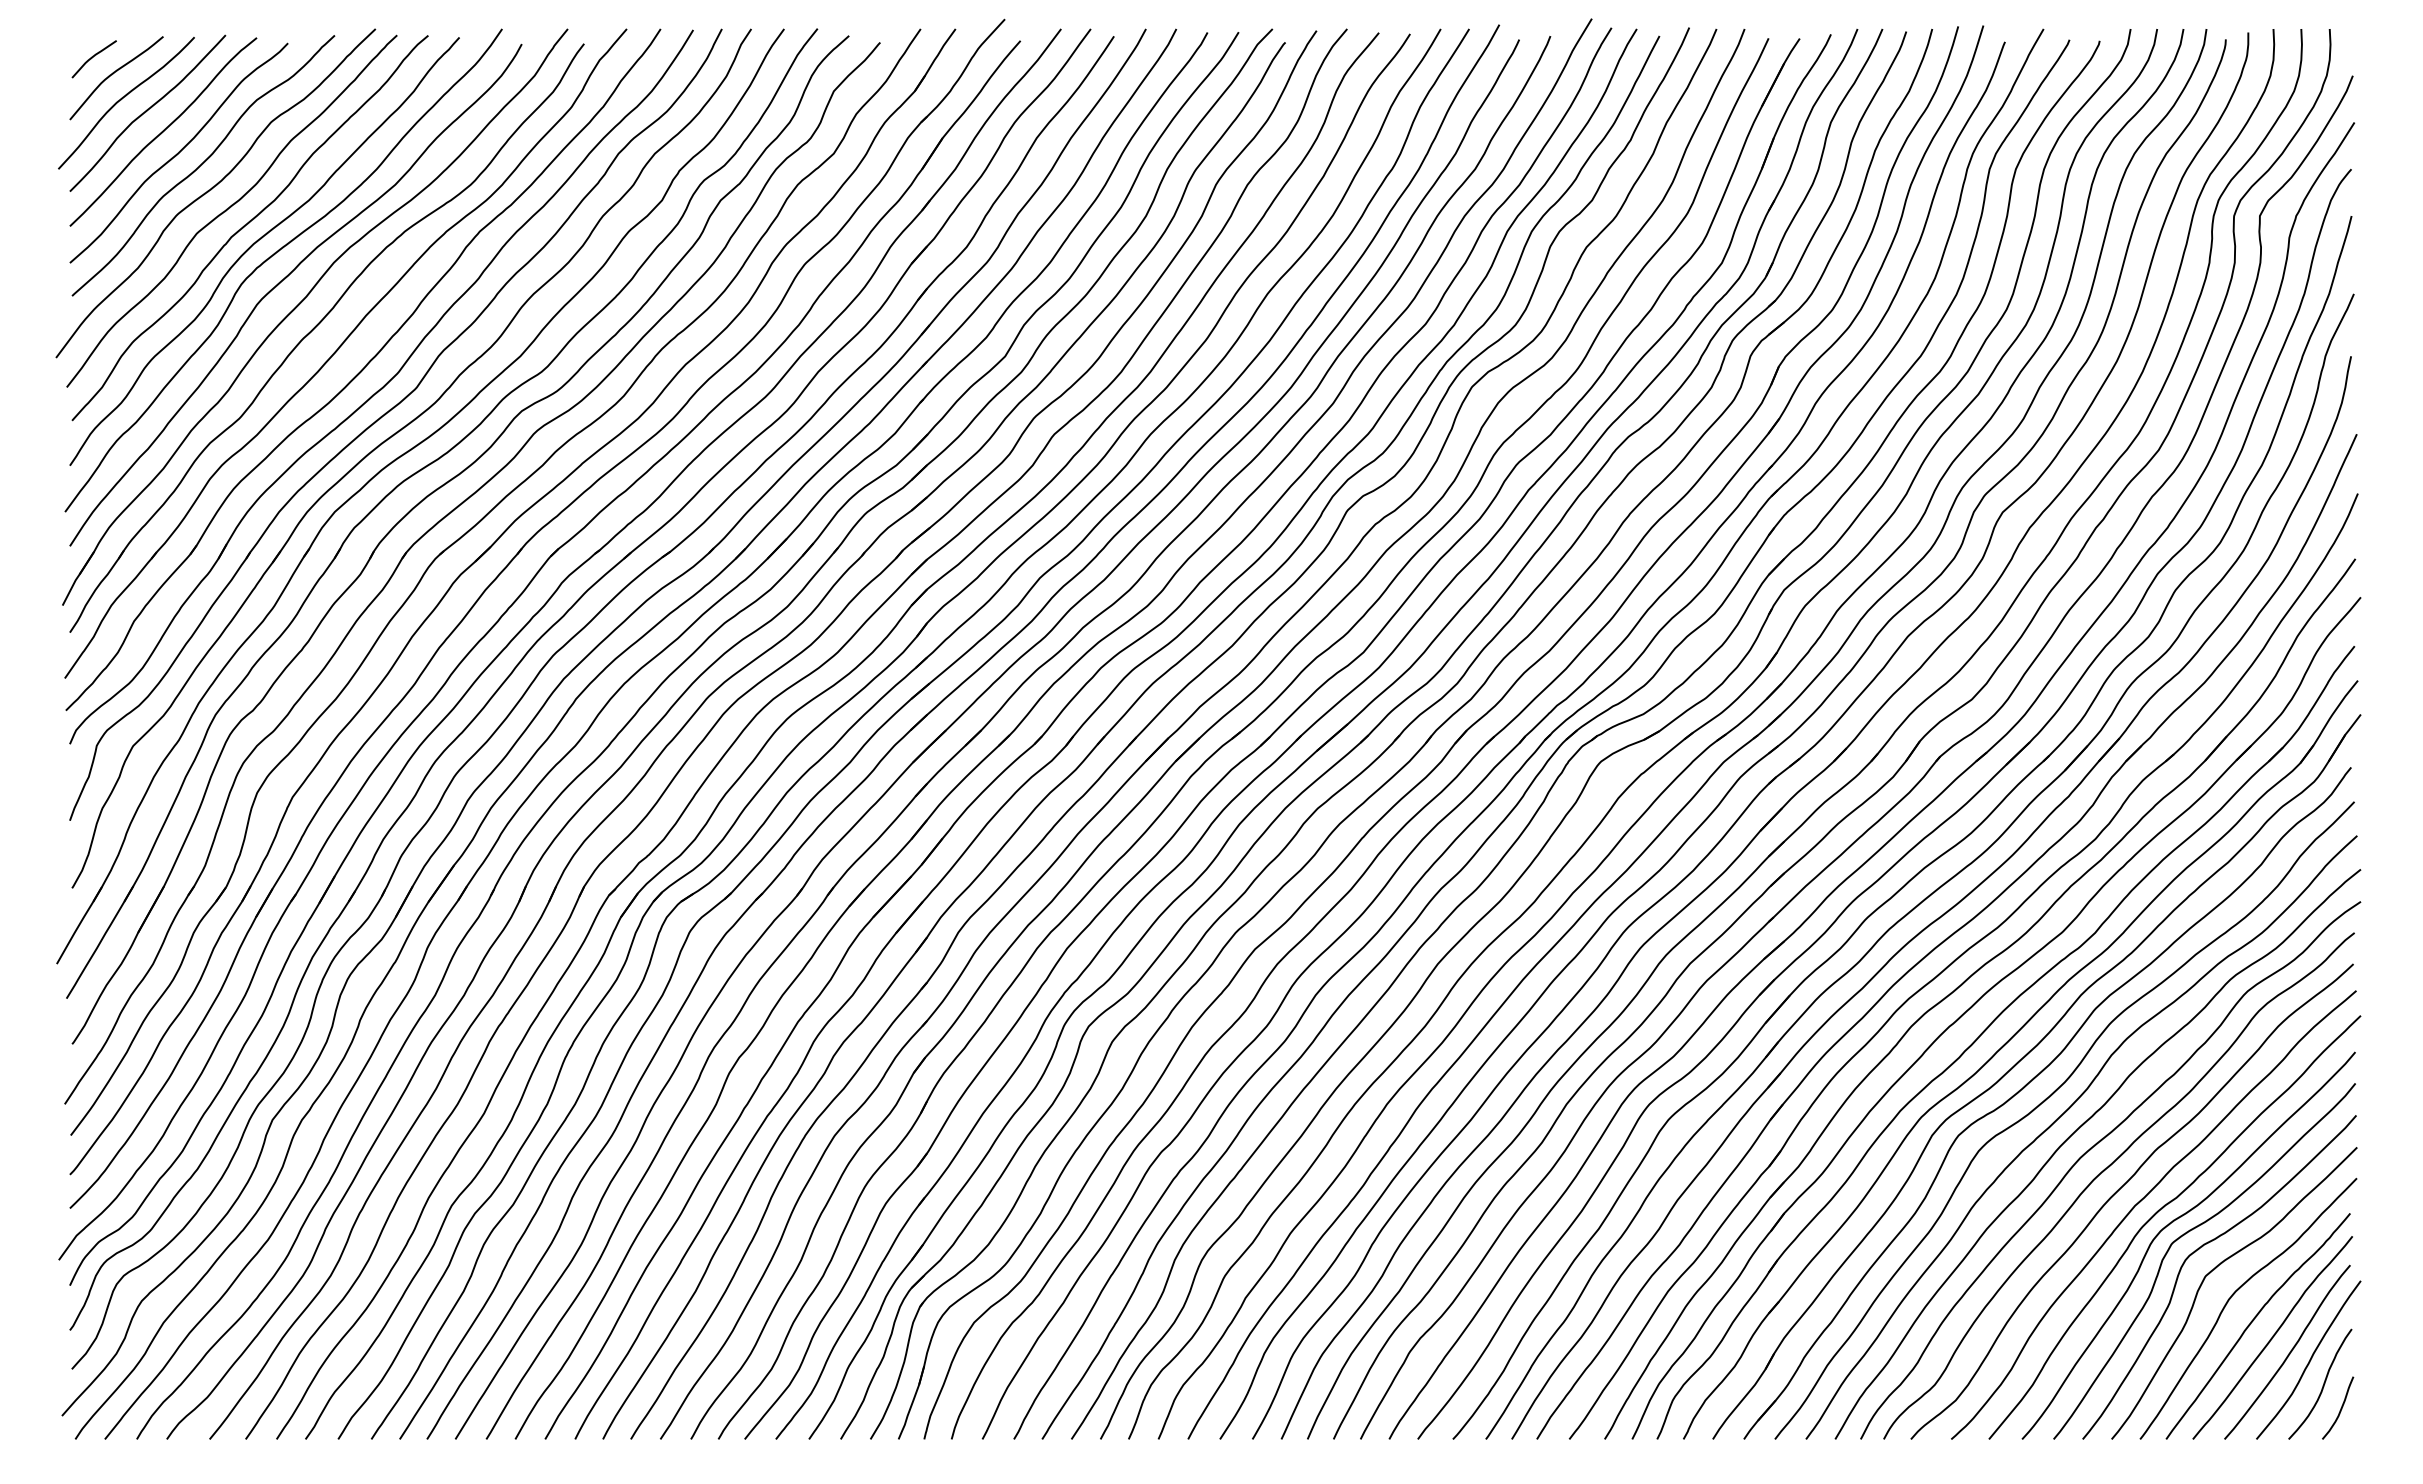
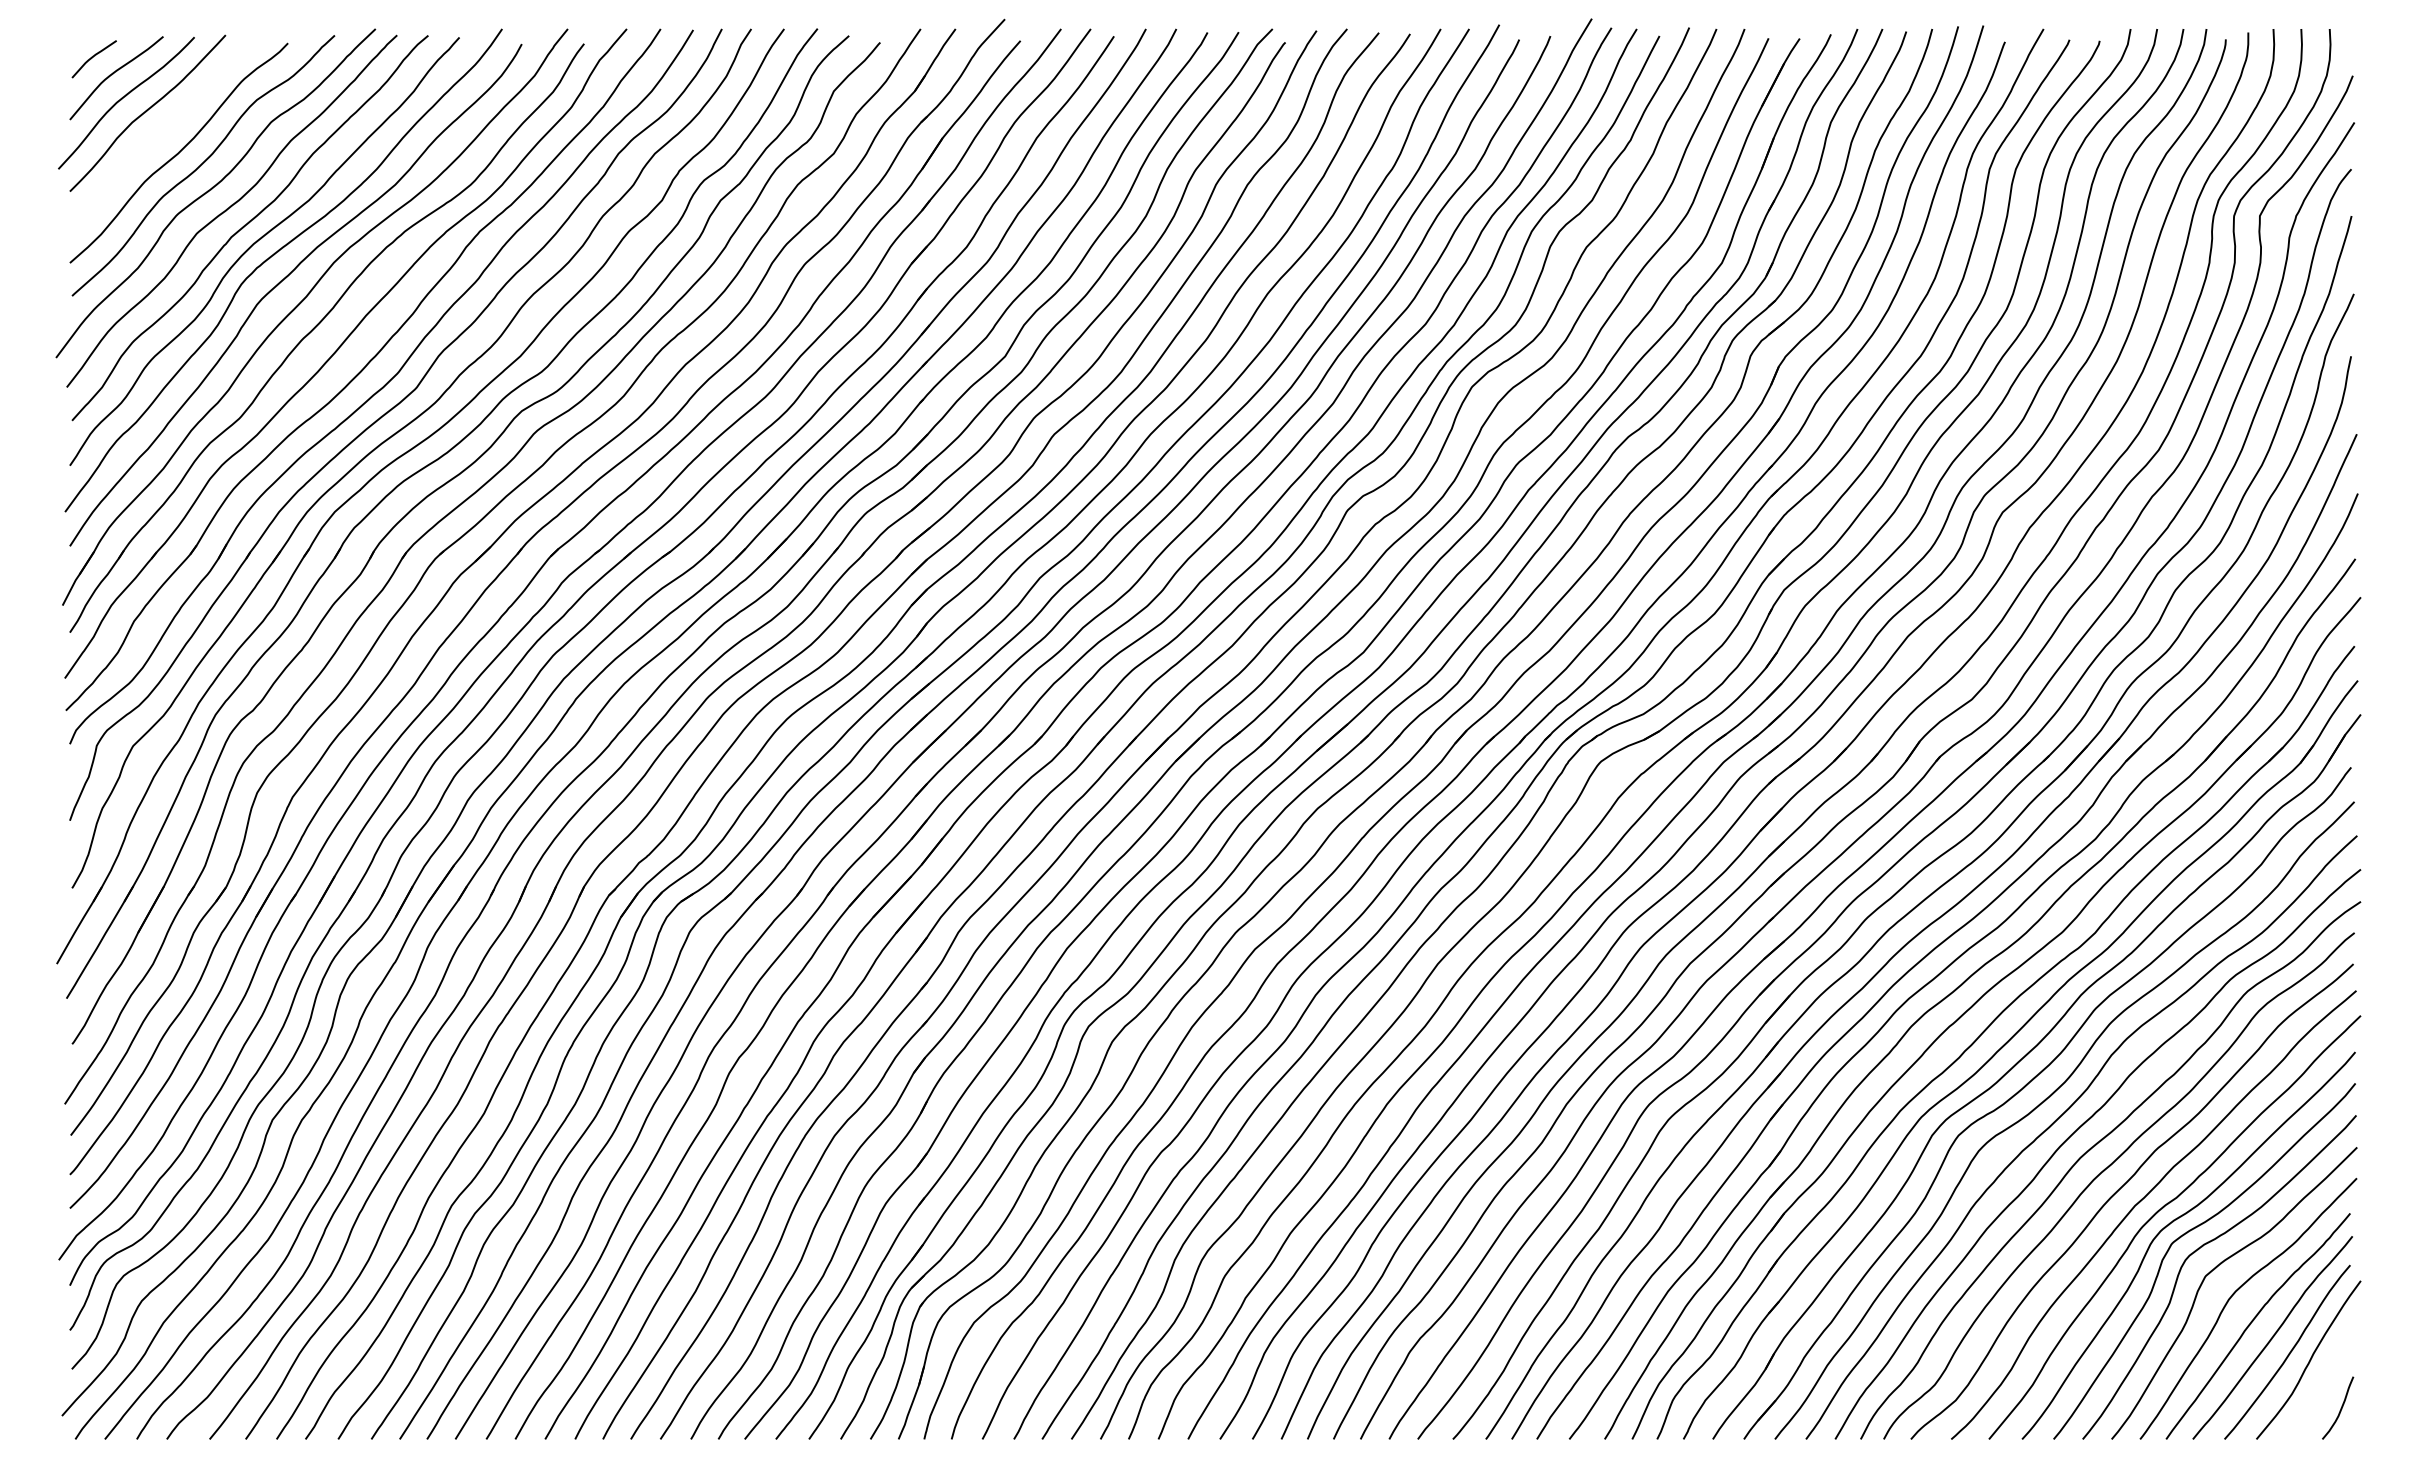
curve at (163, 131): present -> none
curve at (2322, 1385): present -> none
